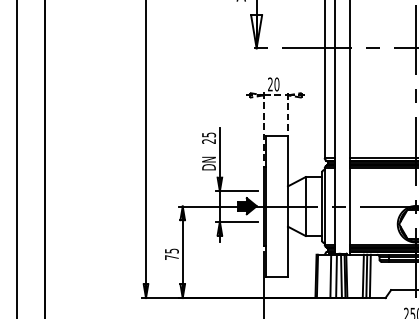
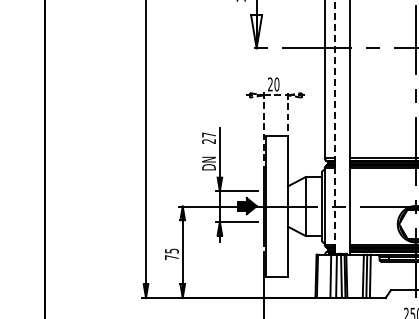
line at (335, 127): solid -> dashed
text at (209, 134): 25 -> 27
line at (17, 158): present -> none
